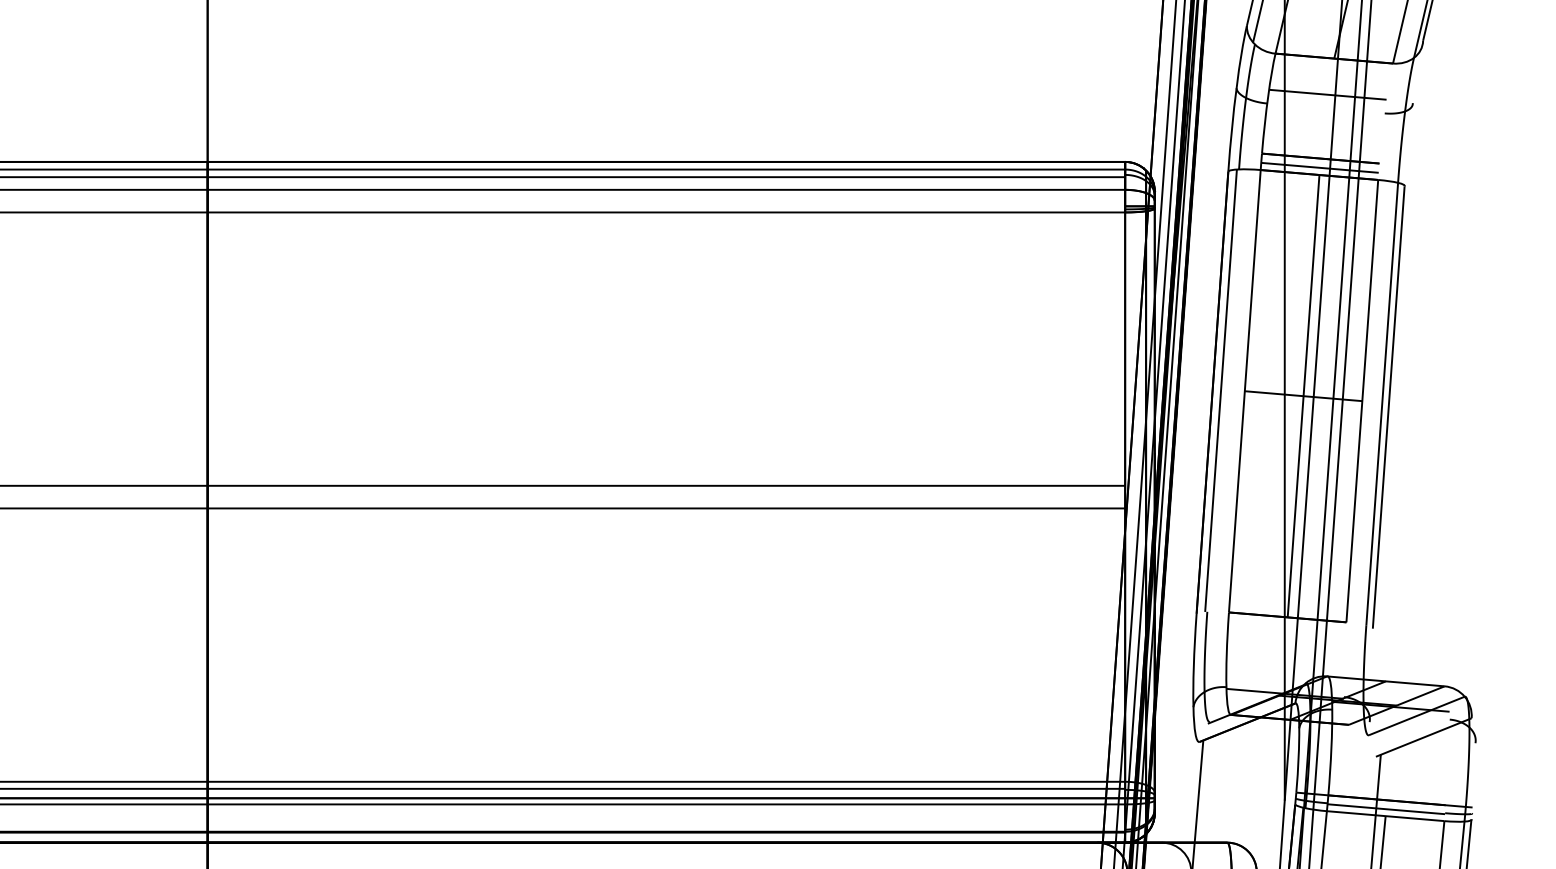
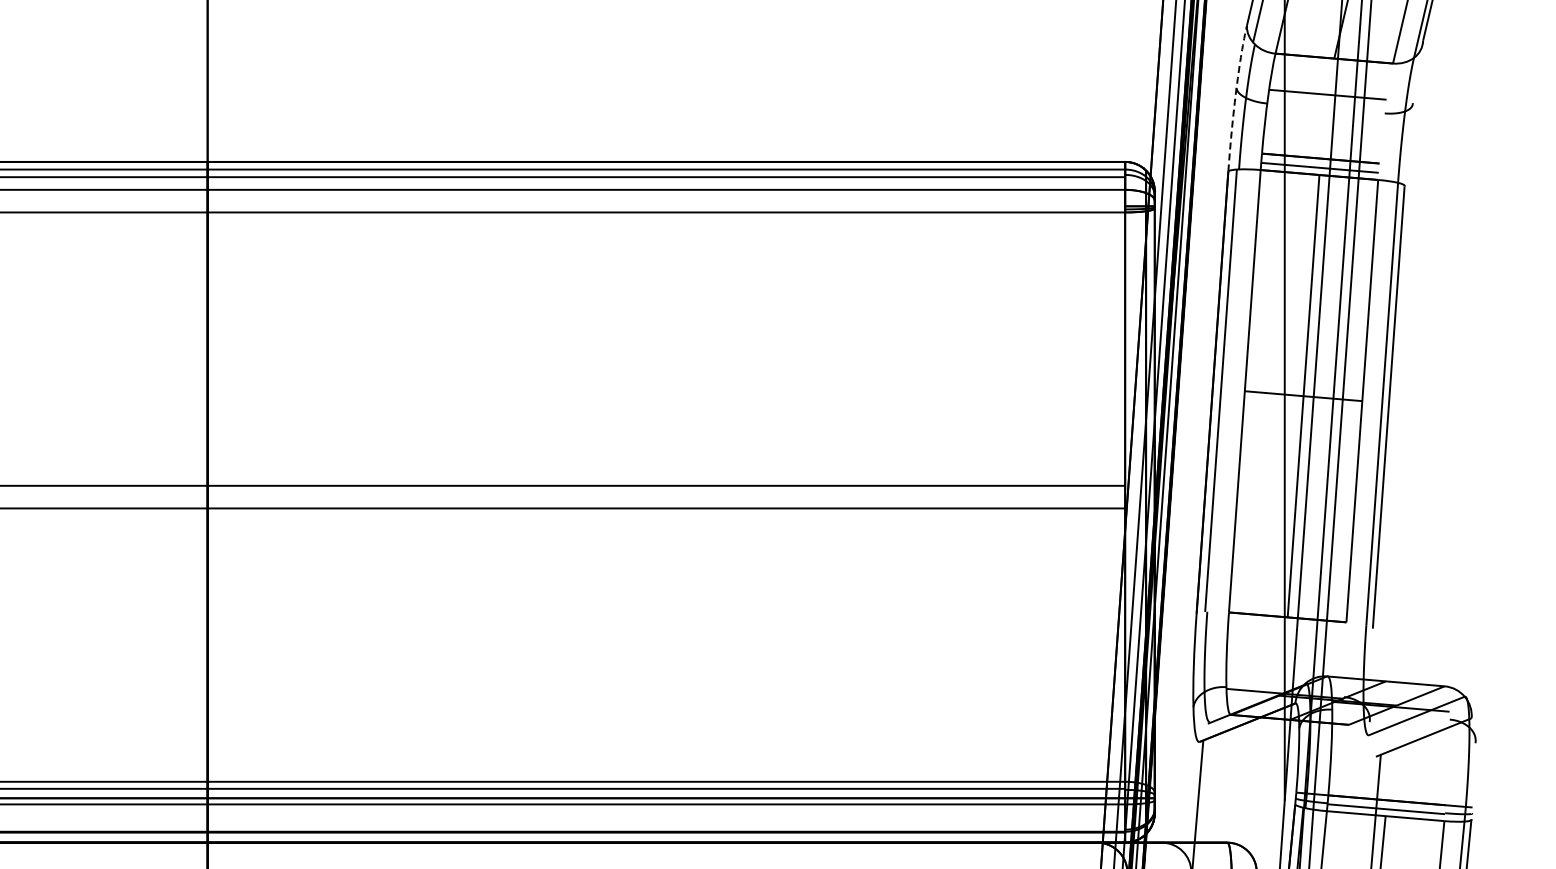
arc at (1235, 95): solid -> dashed
